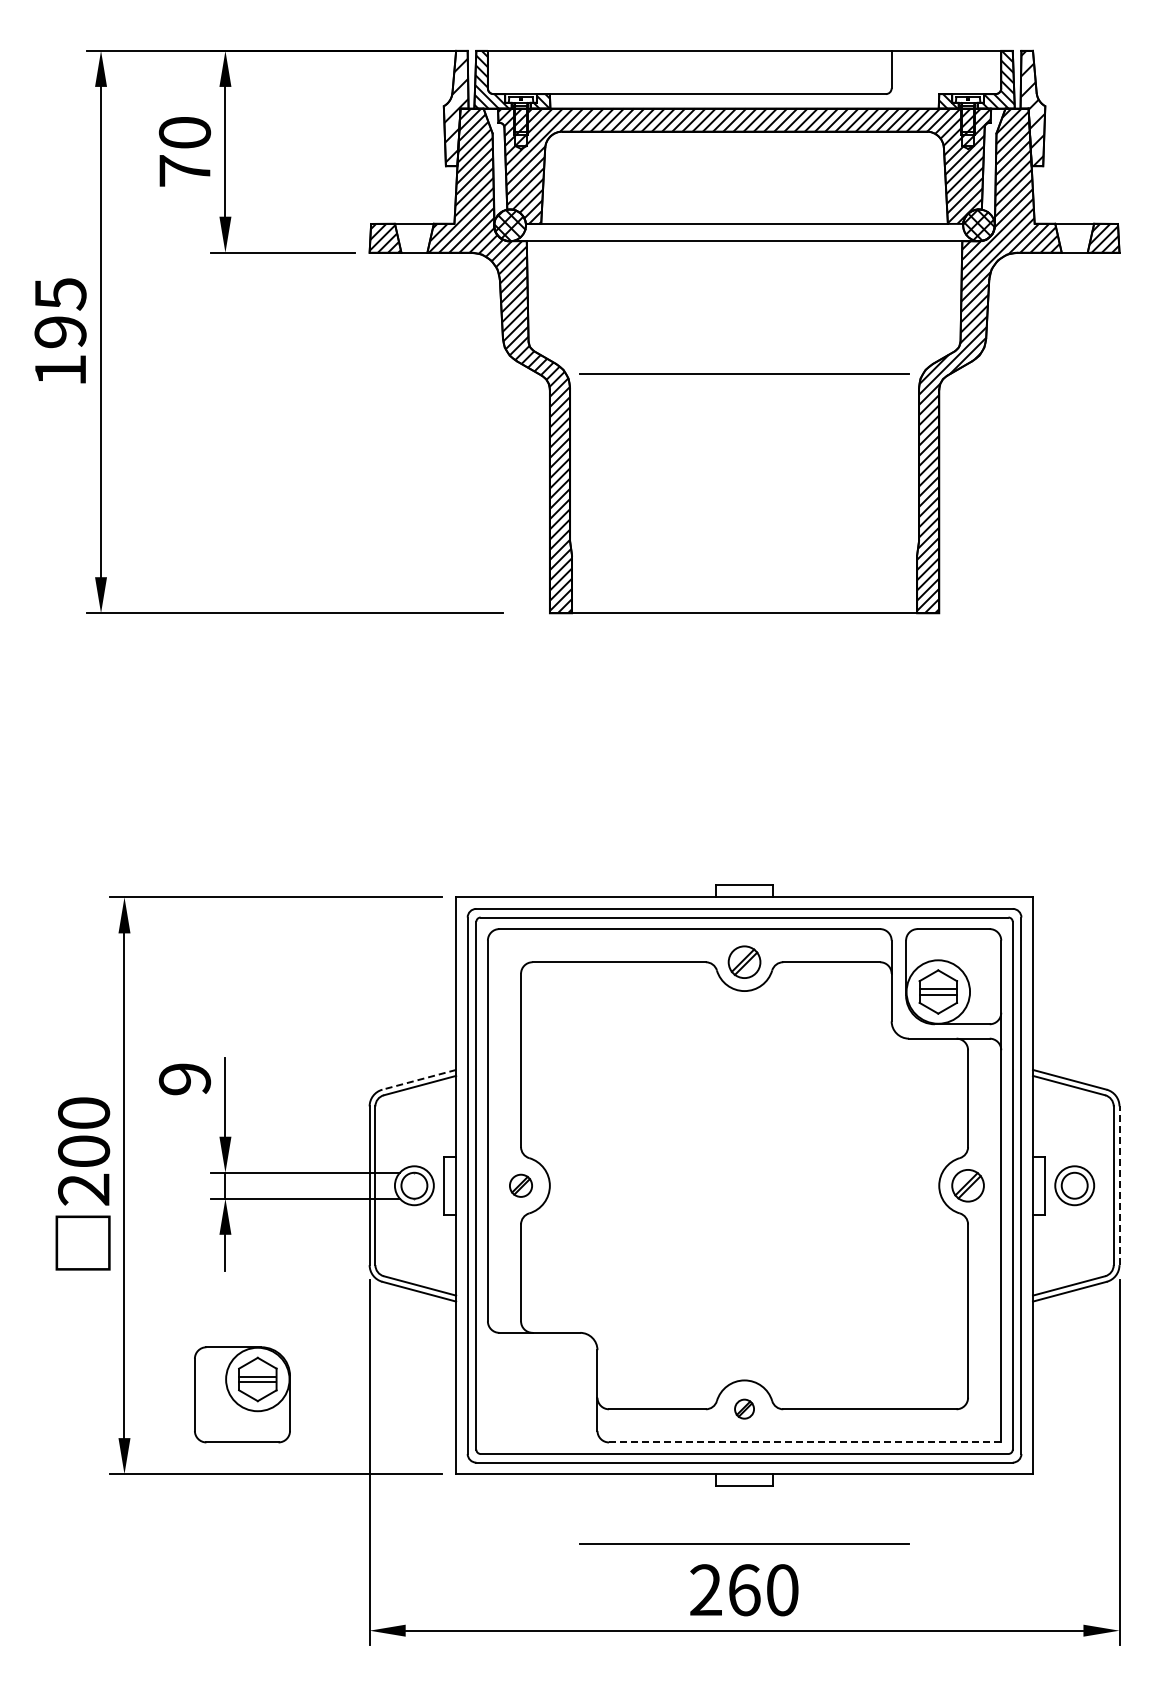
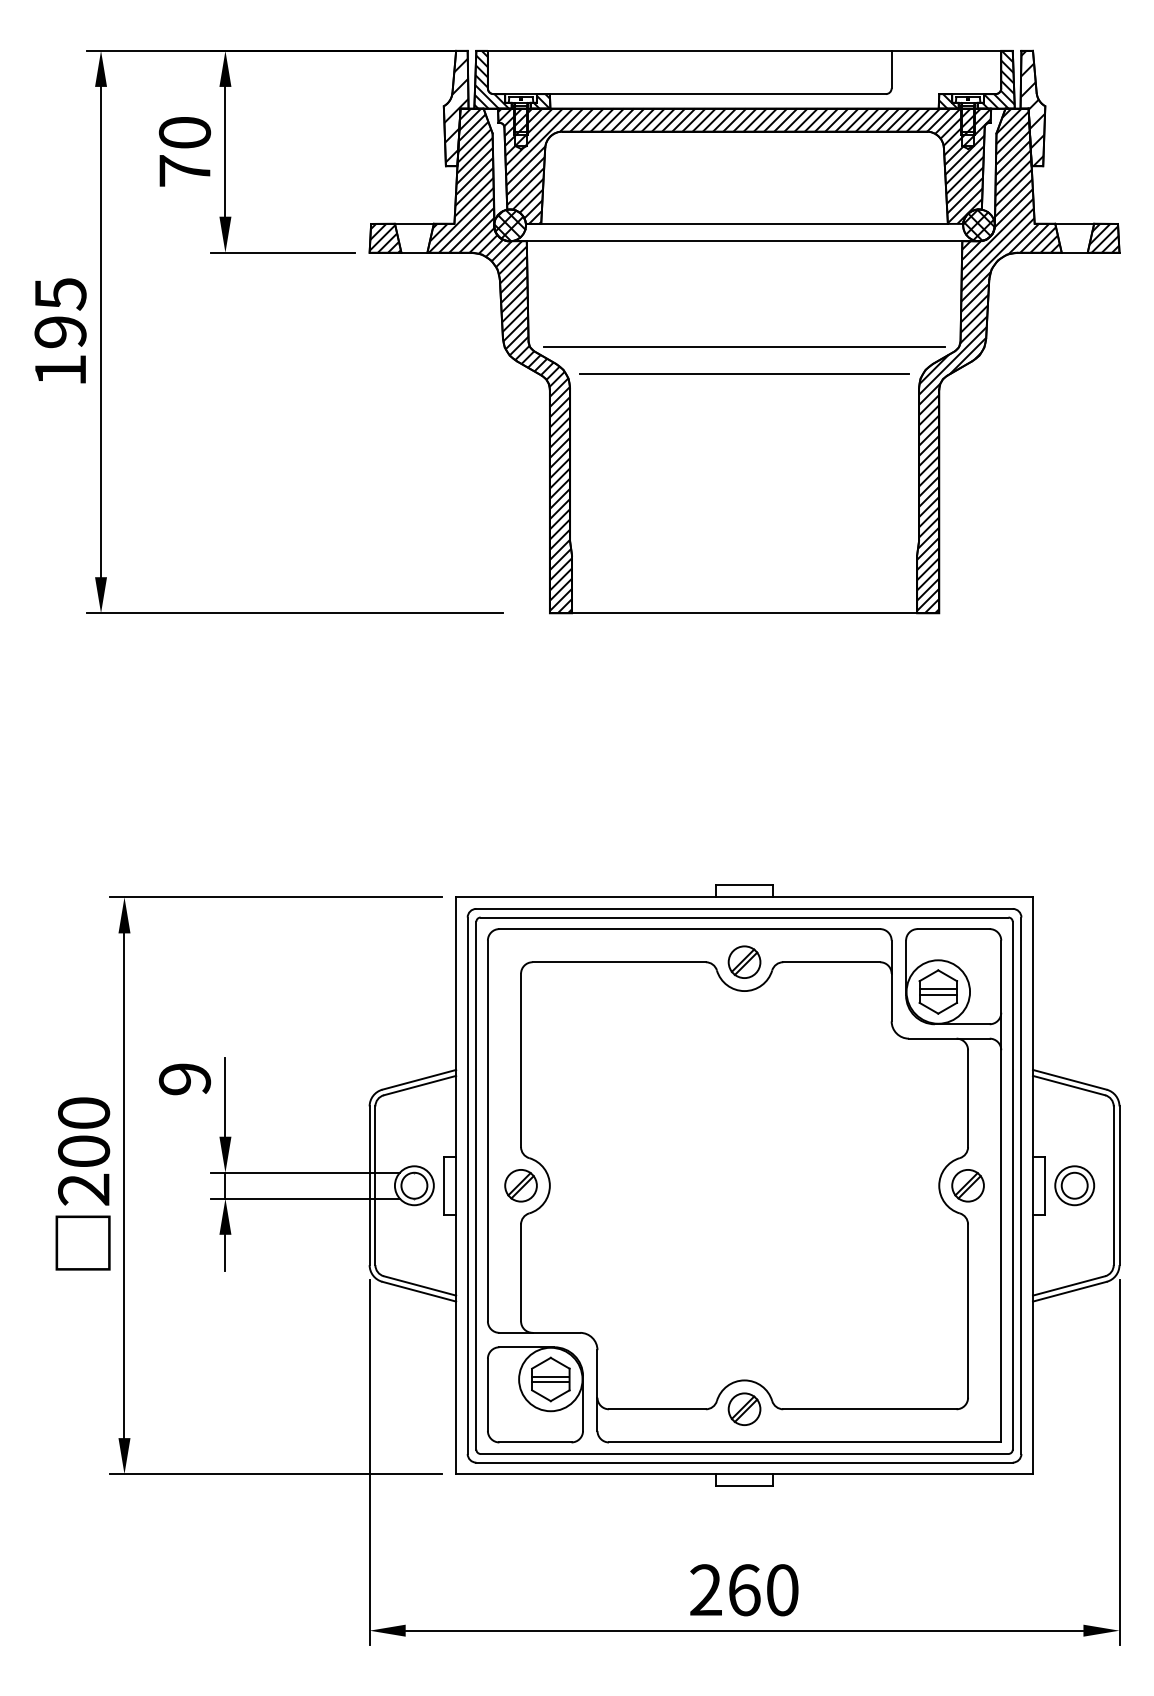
line at (744, 346): none -> present
line at (418, 1079): dashed -> solid
part at (520, 1185) size: 24x25 px -> 34x34 px
line at (1119, 1185): dashed -> solid
part at (242, 1394) position: (242, 1394) -> (535, 1394)
part at (744, 1408) size: 21x22 px -> 35x34 px
line at (805, 1442): dashed -> solid
line at (744, 1543): present -> none
